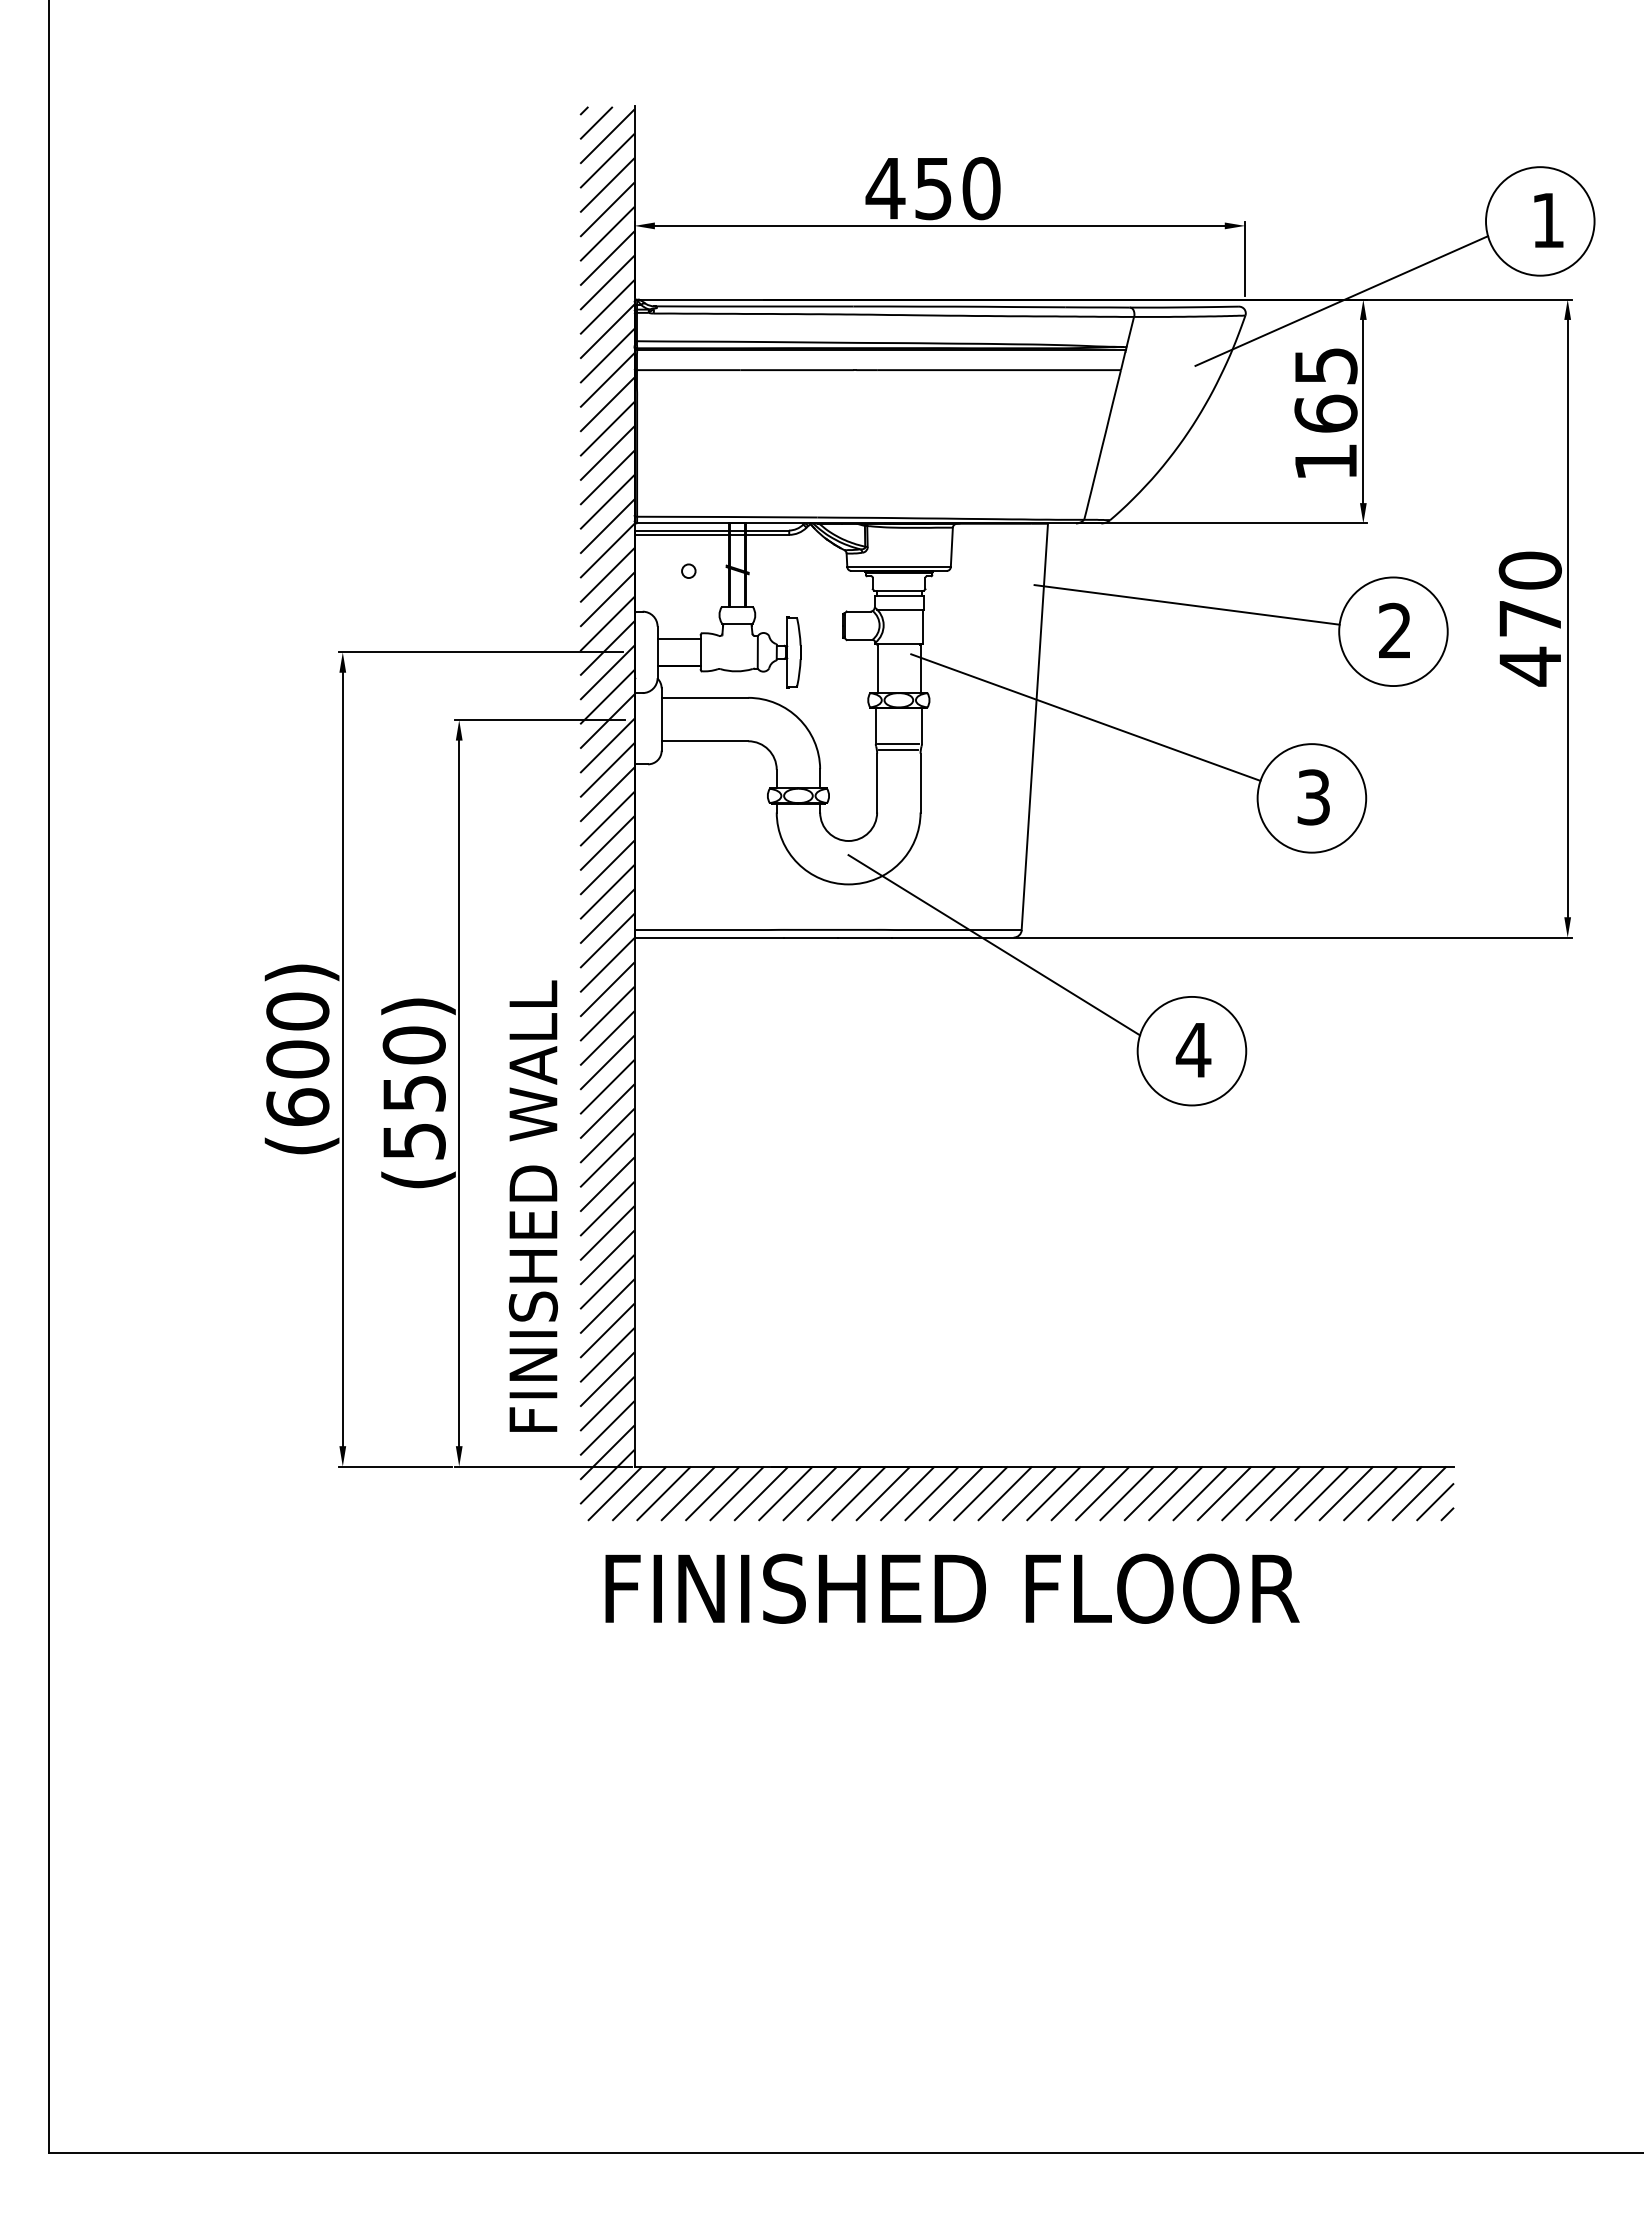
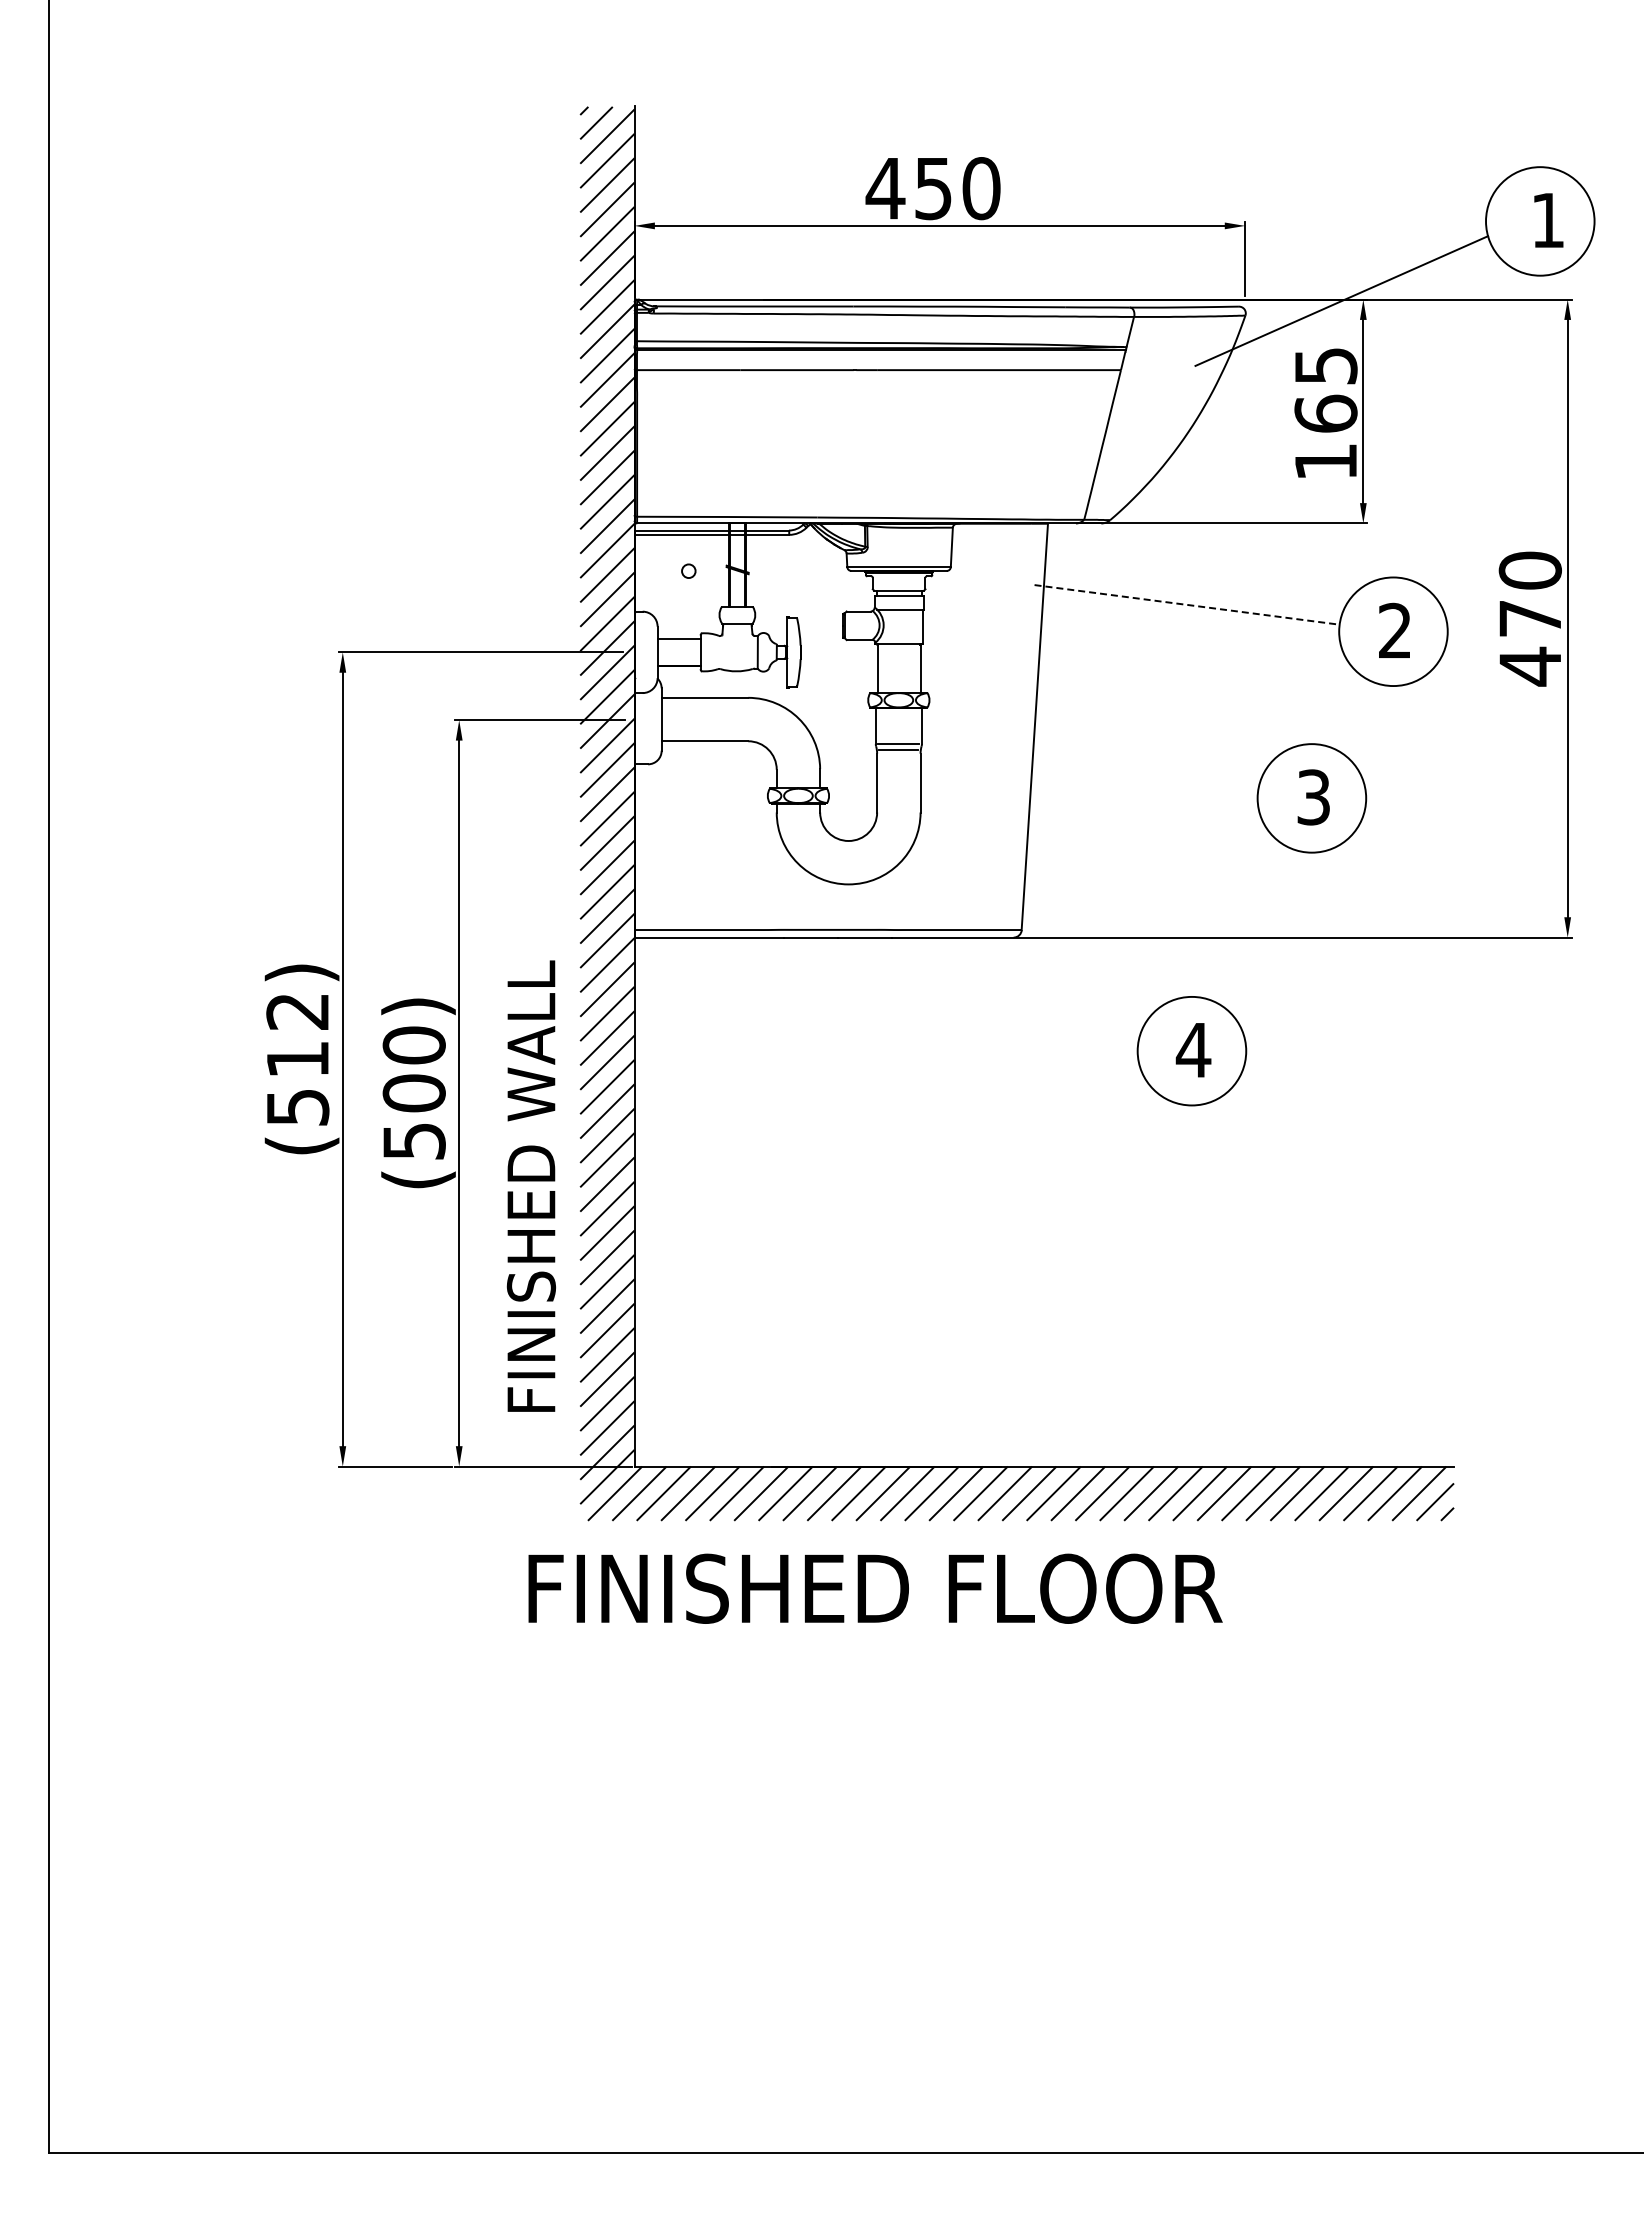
line at (1187, 604): solid -> dashed
line at (1085, 717): present -> none
line at (993, 945): present -> none
text at (297, 1058): (600) -> (512)
text at (413, 1093): (550) -> (500)
text at (532, 1205) position: (532, 1205) -> (530, 1185)
text at (952, 1588) position: (952, 1588) -> (875, 1588)
